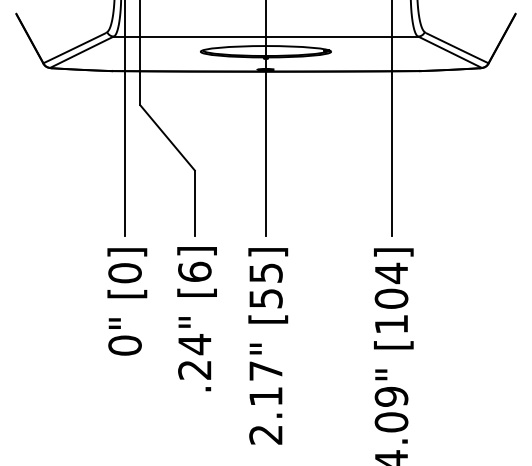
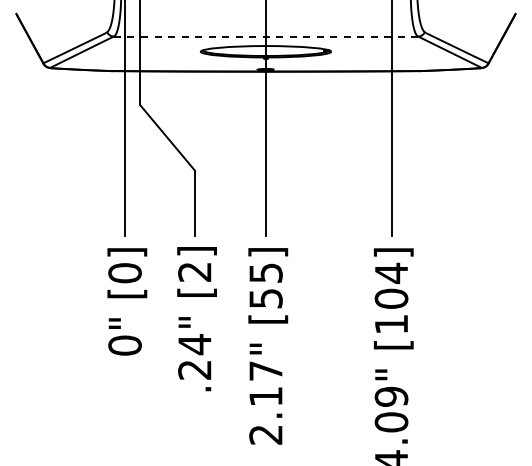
line at (265, 36): solid -> dashed
text at (194, 271): [6] -> [2]
